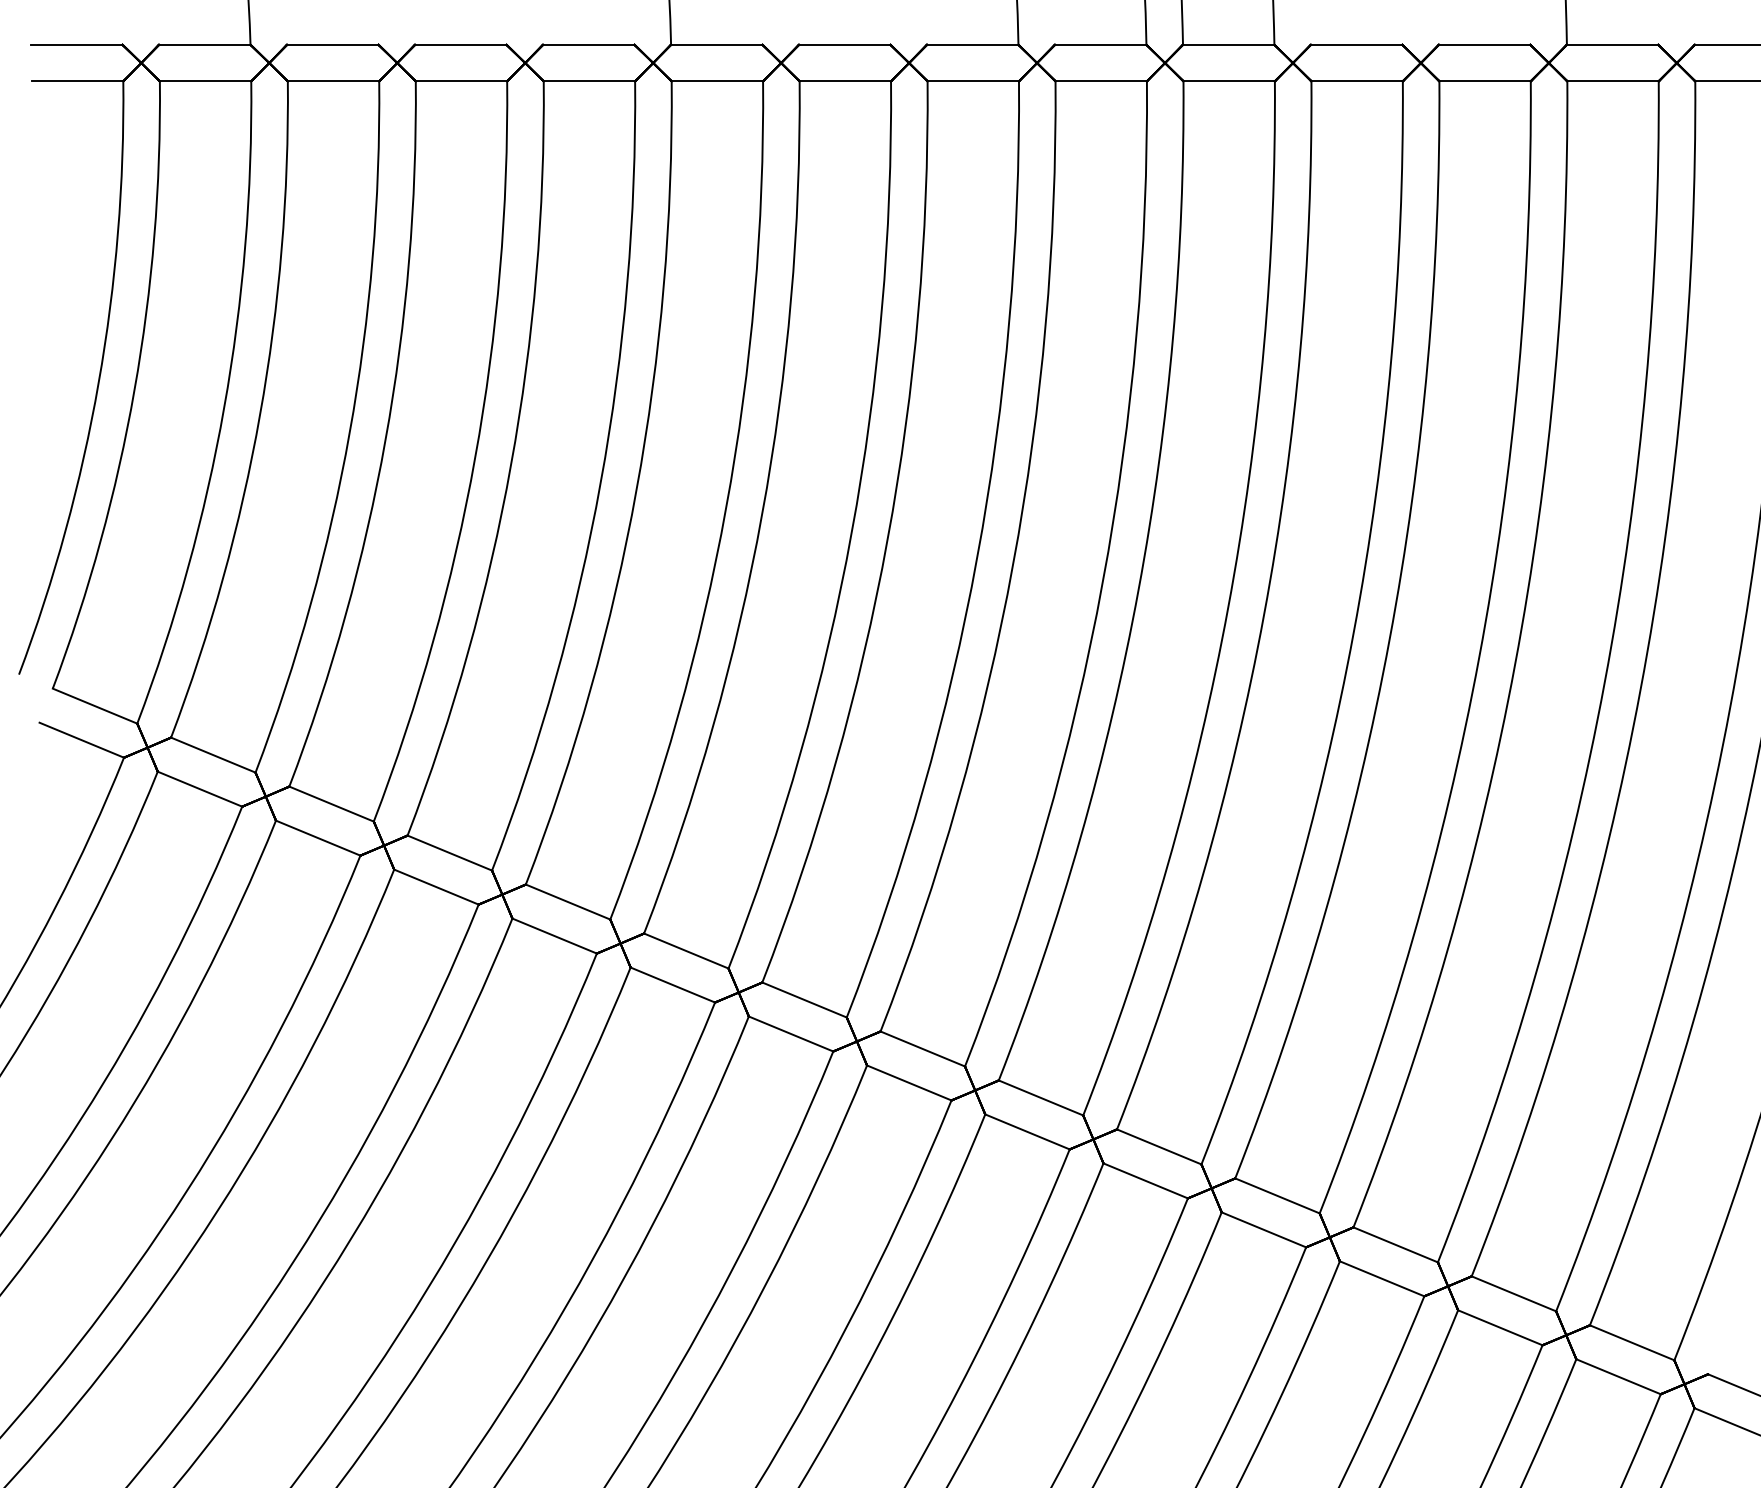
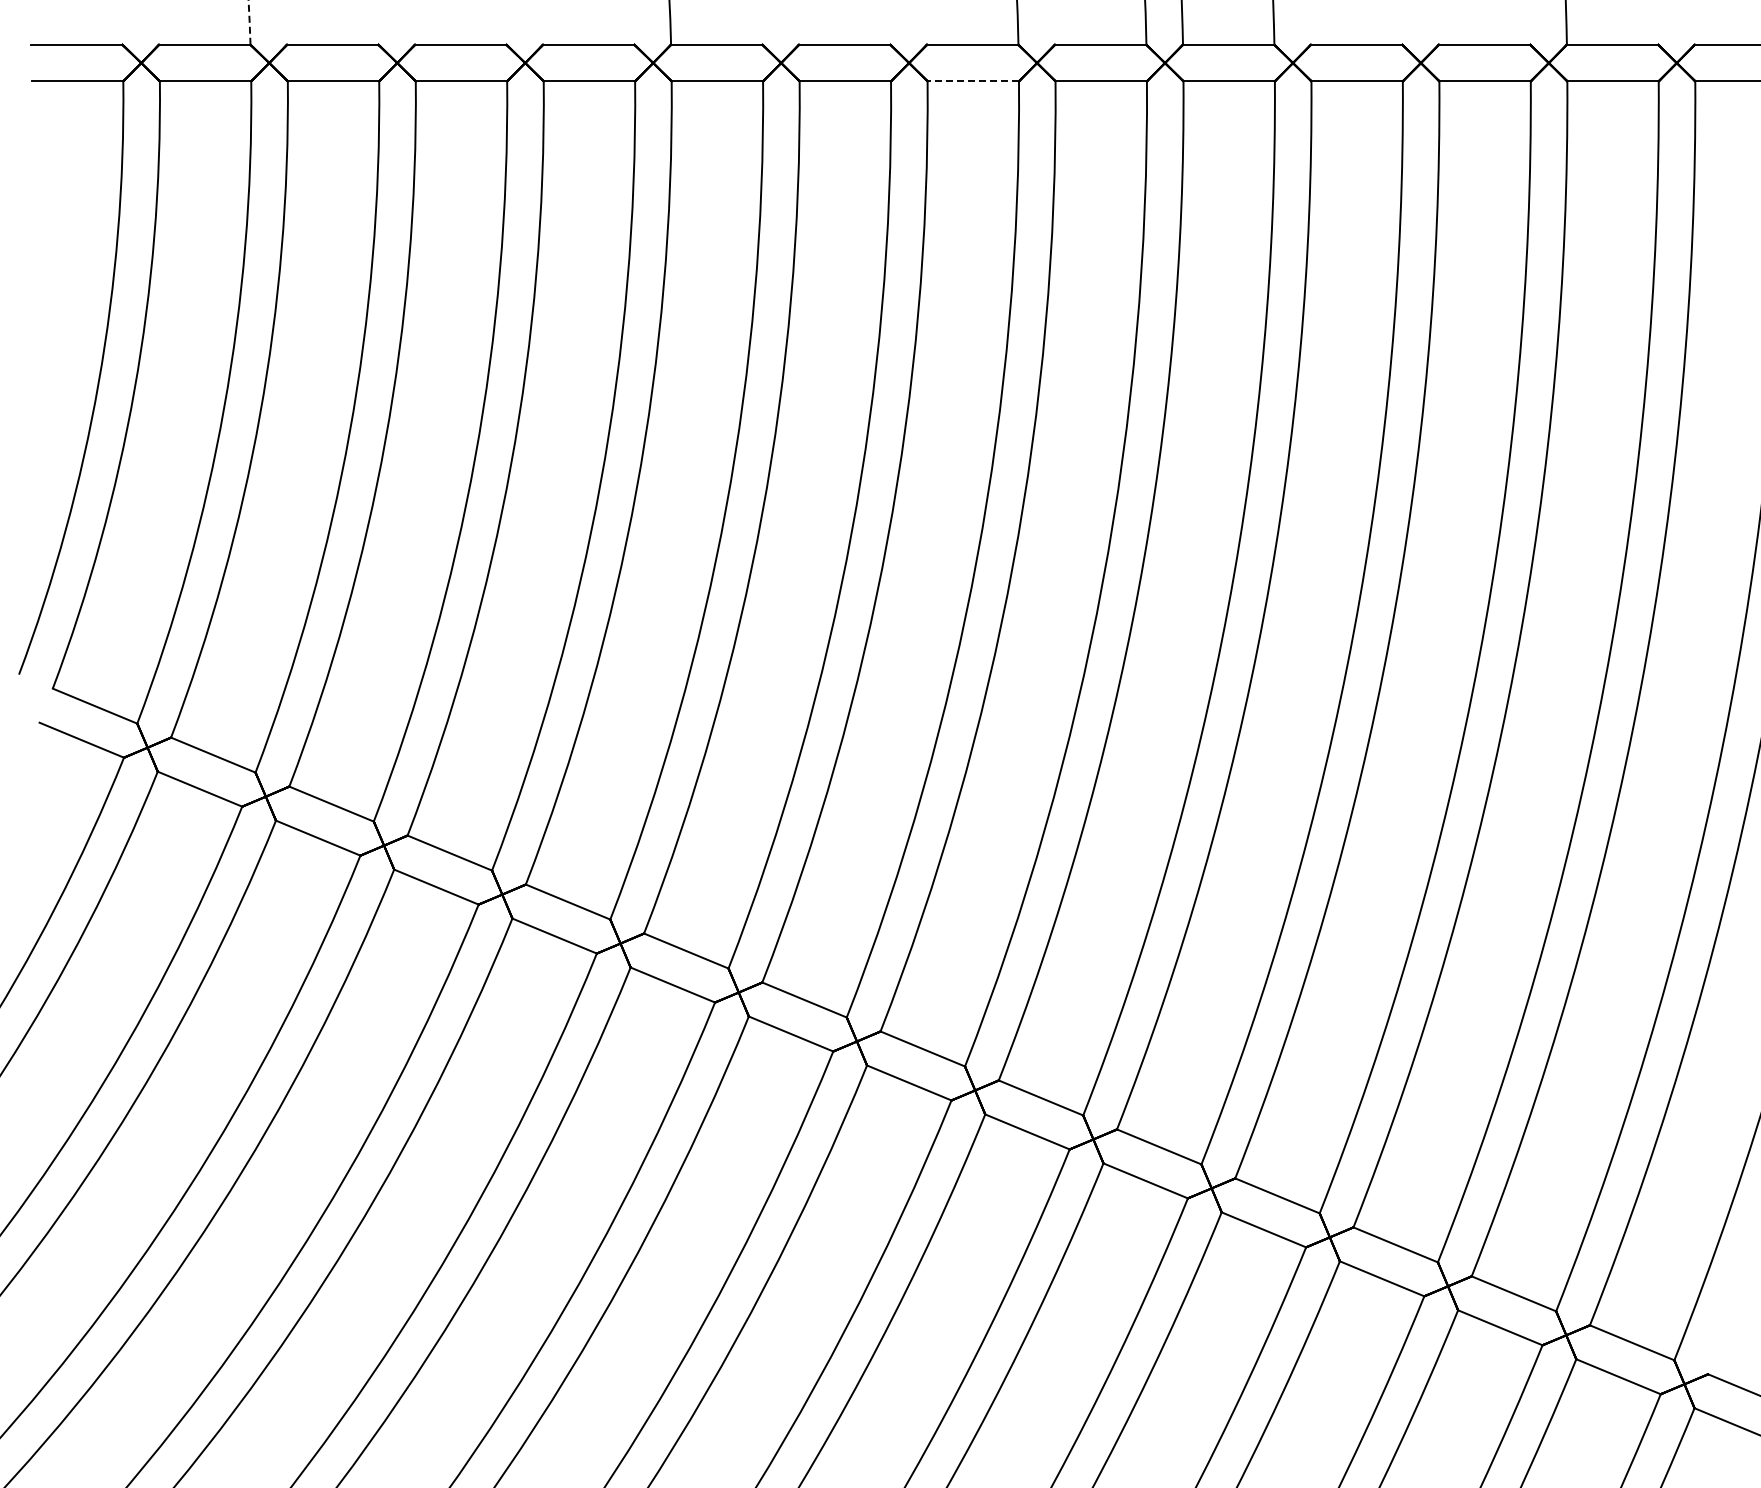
arc at (249, 22): solid -> dashed
line at (973, 81): solid -> dashed
